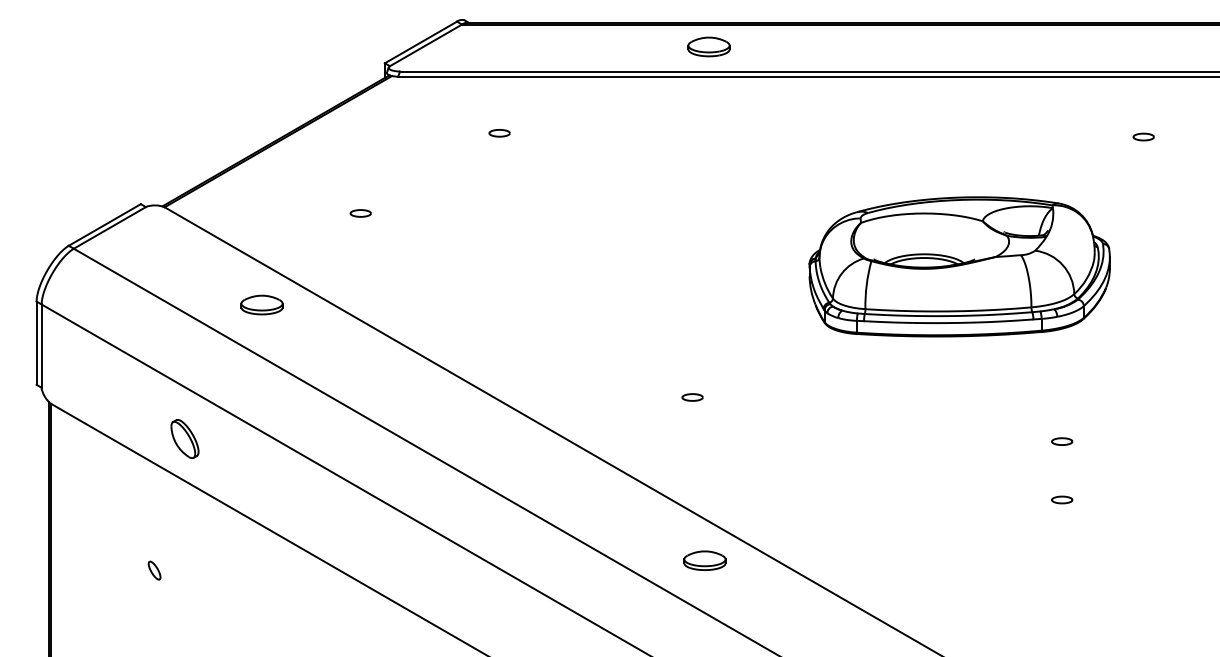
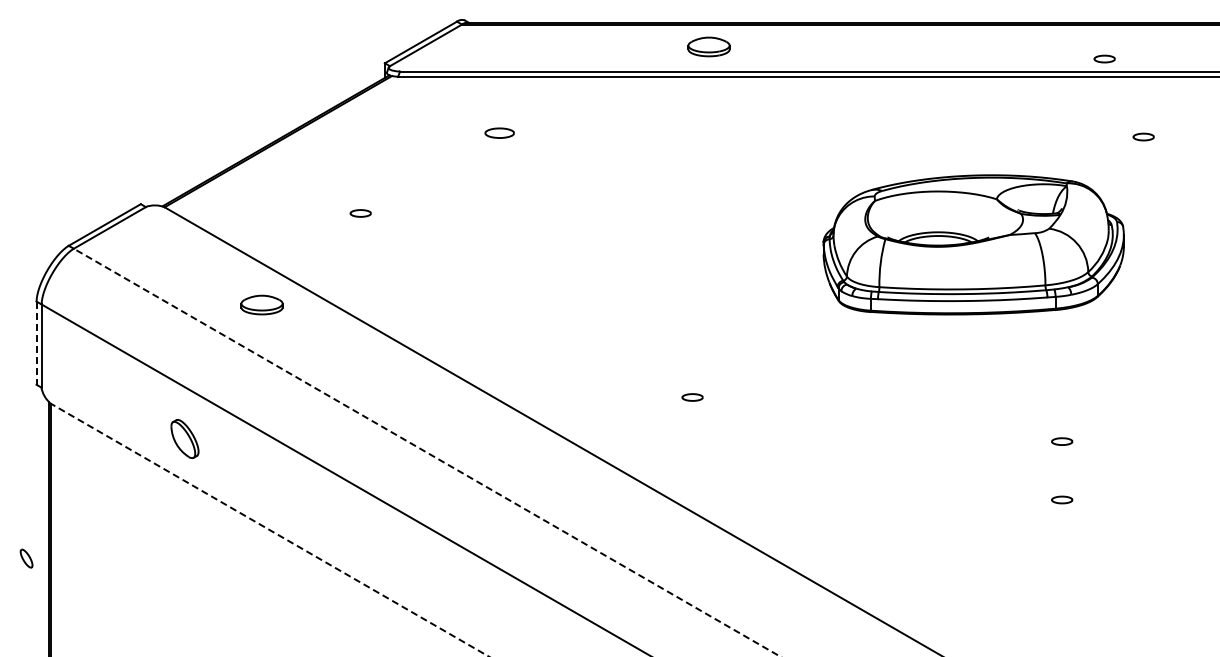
part at (1104, 58): none -> present
part at (499, 133) size: 23x9 px -> 31x12 px
part at (959, 266) position: (959, 266) -> (973, 244)
line at (36, 343): solid -> dashed
line at (426, 452): solid -> dashed
line at (270, 530): solid -> dashed
part at (704, 560): present -> none
part at (154, 570) position: (154, 570) -> (26, 558)
